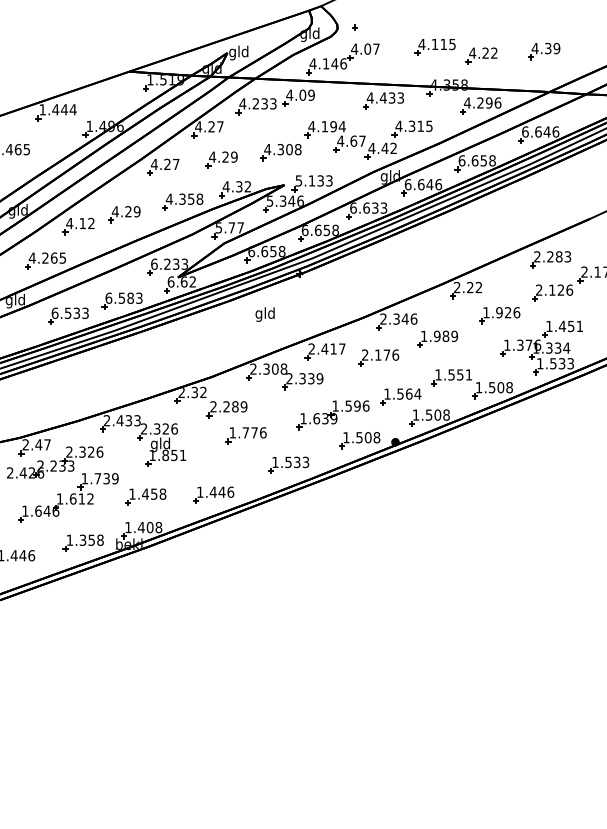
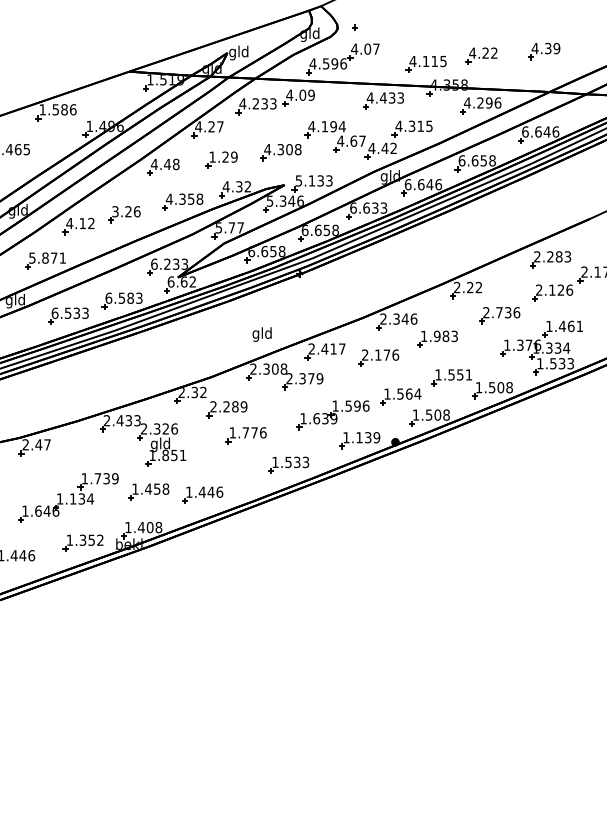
part at (434, 47) position: (434, 47) -> (425, 64)
text at (330, 63): 4.146 -> 4.596
text at (64, 109): 1.444 -> 1.586
text at (212, 156): 4.29 -> 1.29
text at (171, 164): 4.27 -> 4.48
text at (125, 211): 4.29 -> 3.26
text at (46, 257): 4.265 -> 5.871
text at (497, 312): 1.926 -> 2.736
text at (264, 314) position: (264, 314) -> (261, 334)
text at (570, 326): 1.451 -> 1.461
text at (454, 335): 1.989 -> 1.983
text at (311, 378): 2.339 -> 2.379
text at (368, 437): 1.508 -> 1.139
part at (55, 462): present -> none
part at (213, 494) position: (213, 494) -> (202, 494)
part at (145, 496) position: (145, 496) -> (148, 491)
text at (81, 498): 1.612 -> 1.134
text at (100, 539): 1.358 -> 1.352
